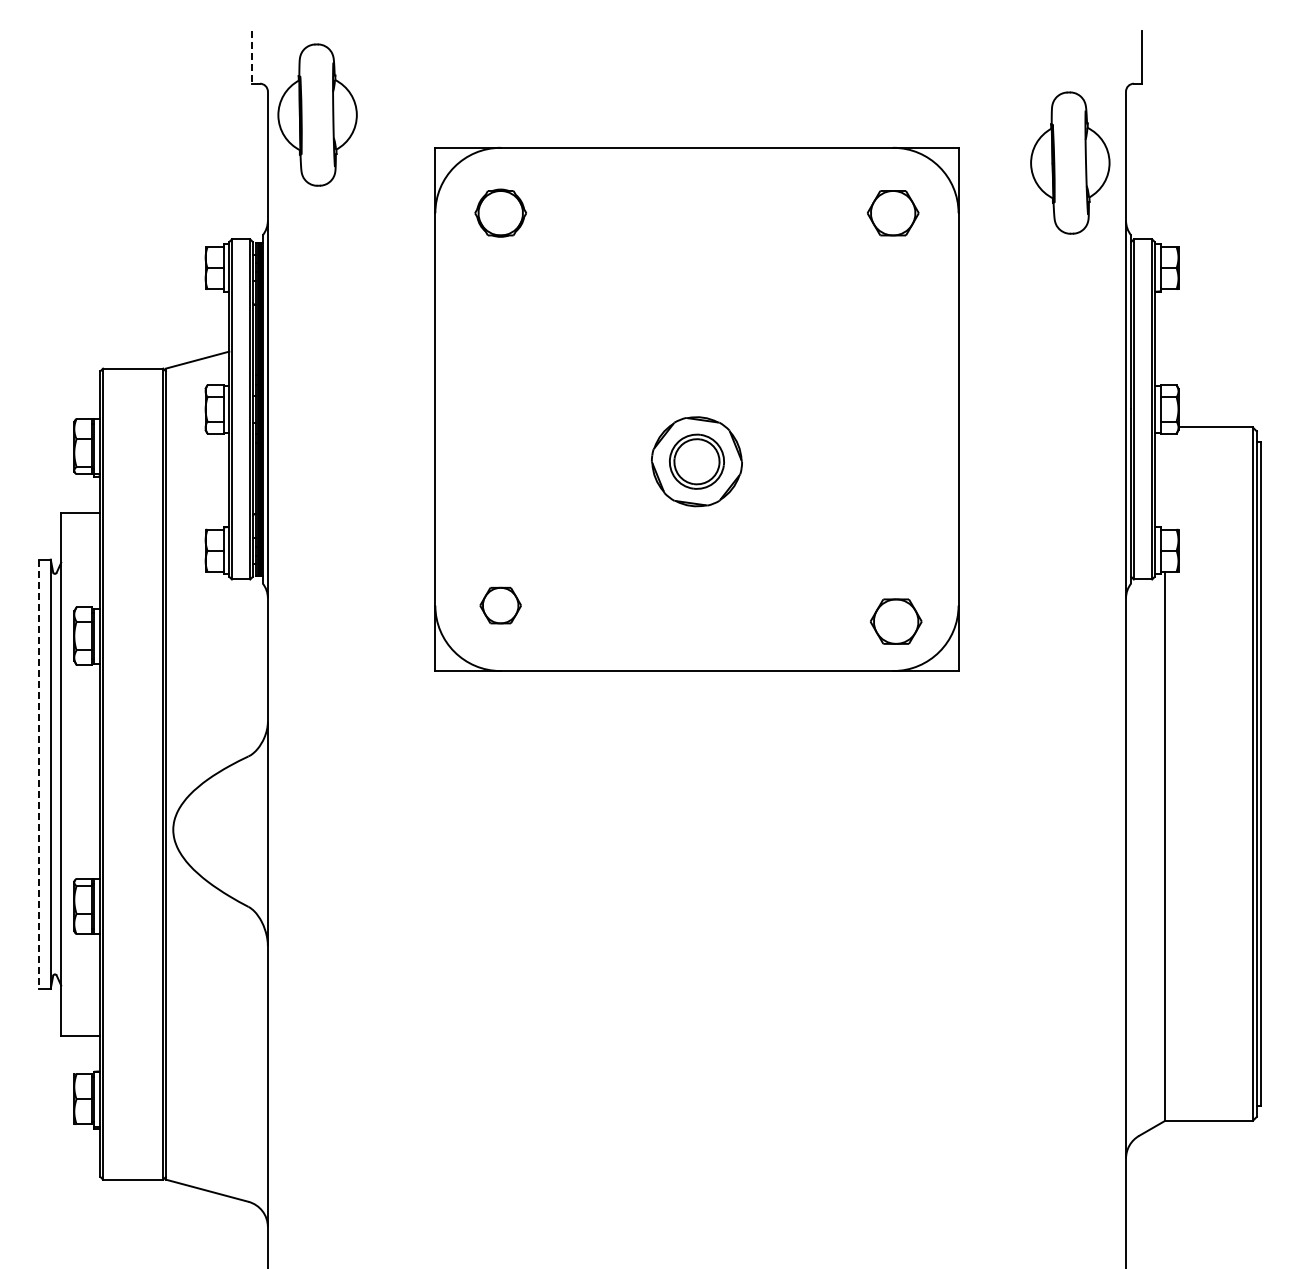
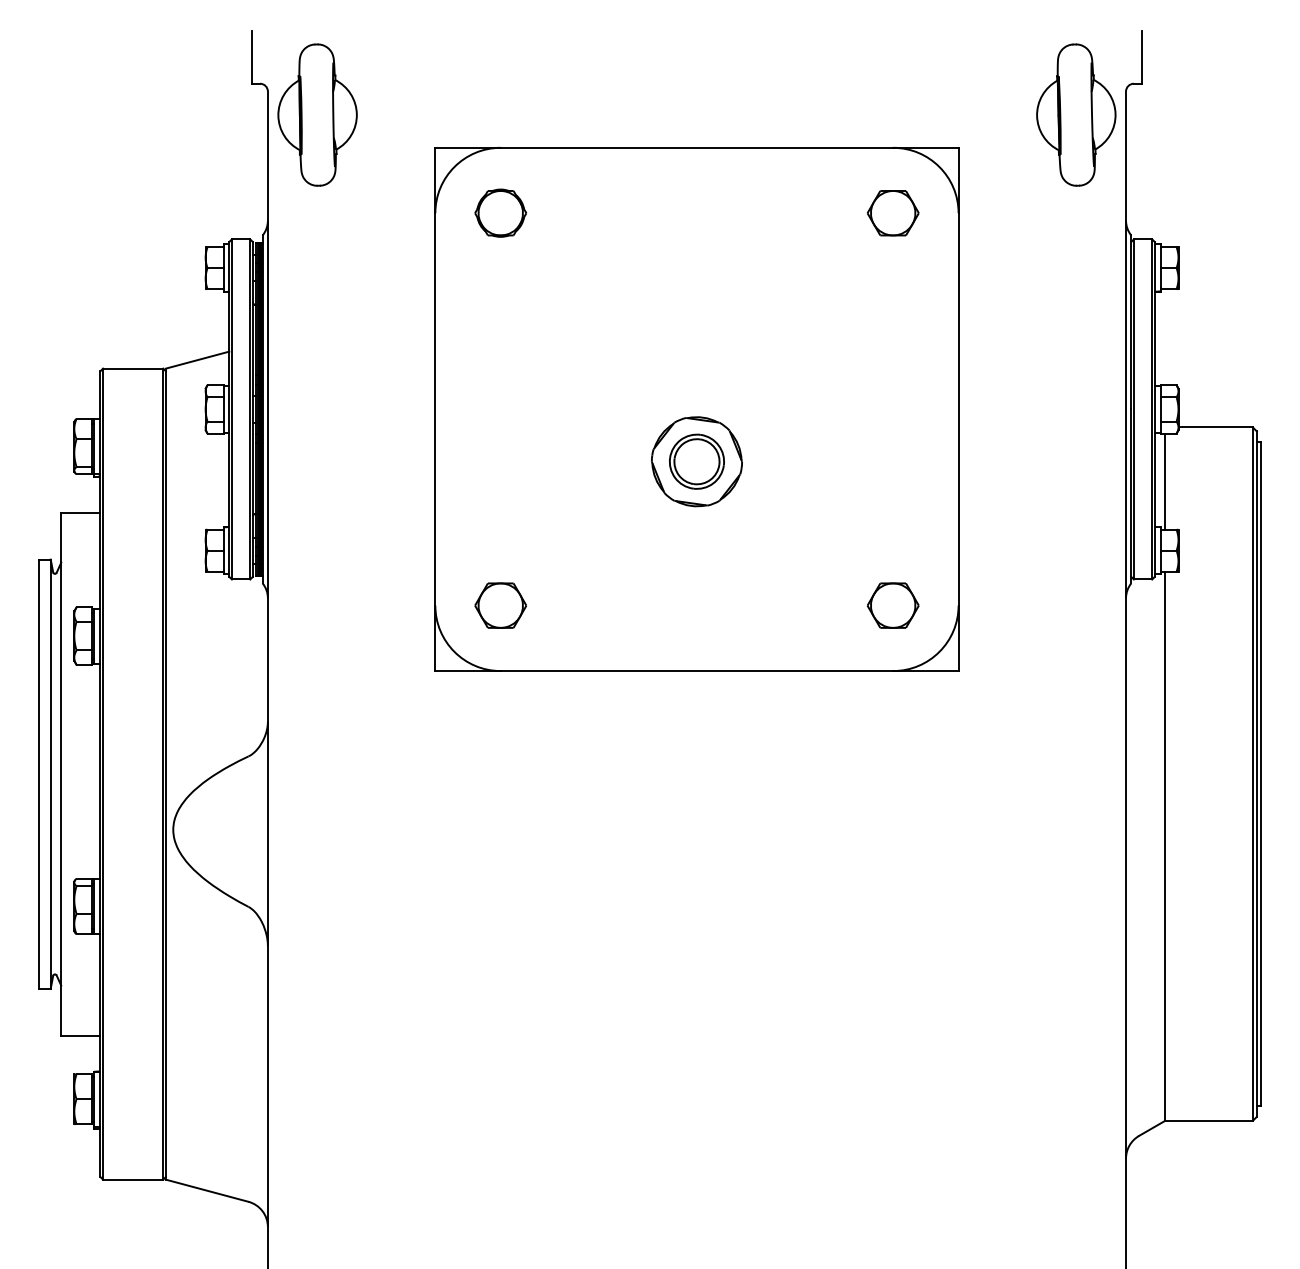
line at (252, 58): dashed -> solid
part at (1070, 162) position: (1070, 162) -> (1076, 114)
line at (1165, 481): none -> present
part at (500, 605) size: 43x39 px -> 53x47 px
part at (896, 621) position: (896, 621) -> (893, 605)
line at (38, 774): dashed -> solid
